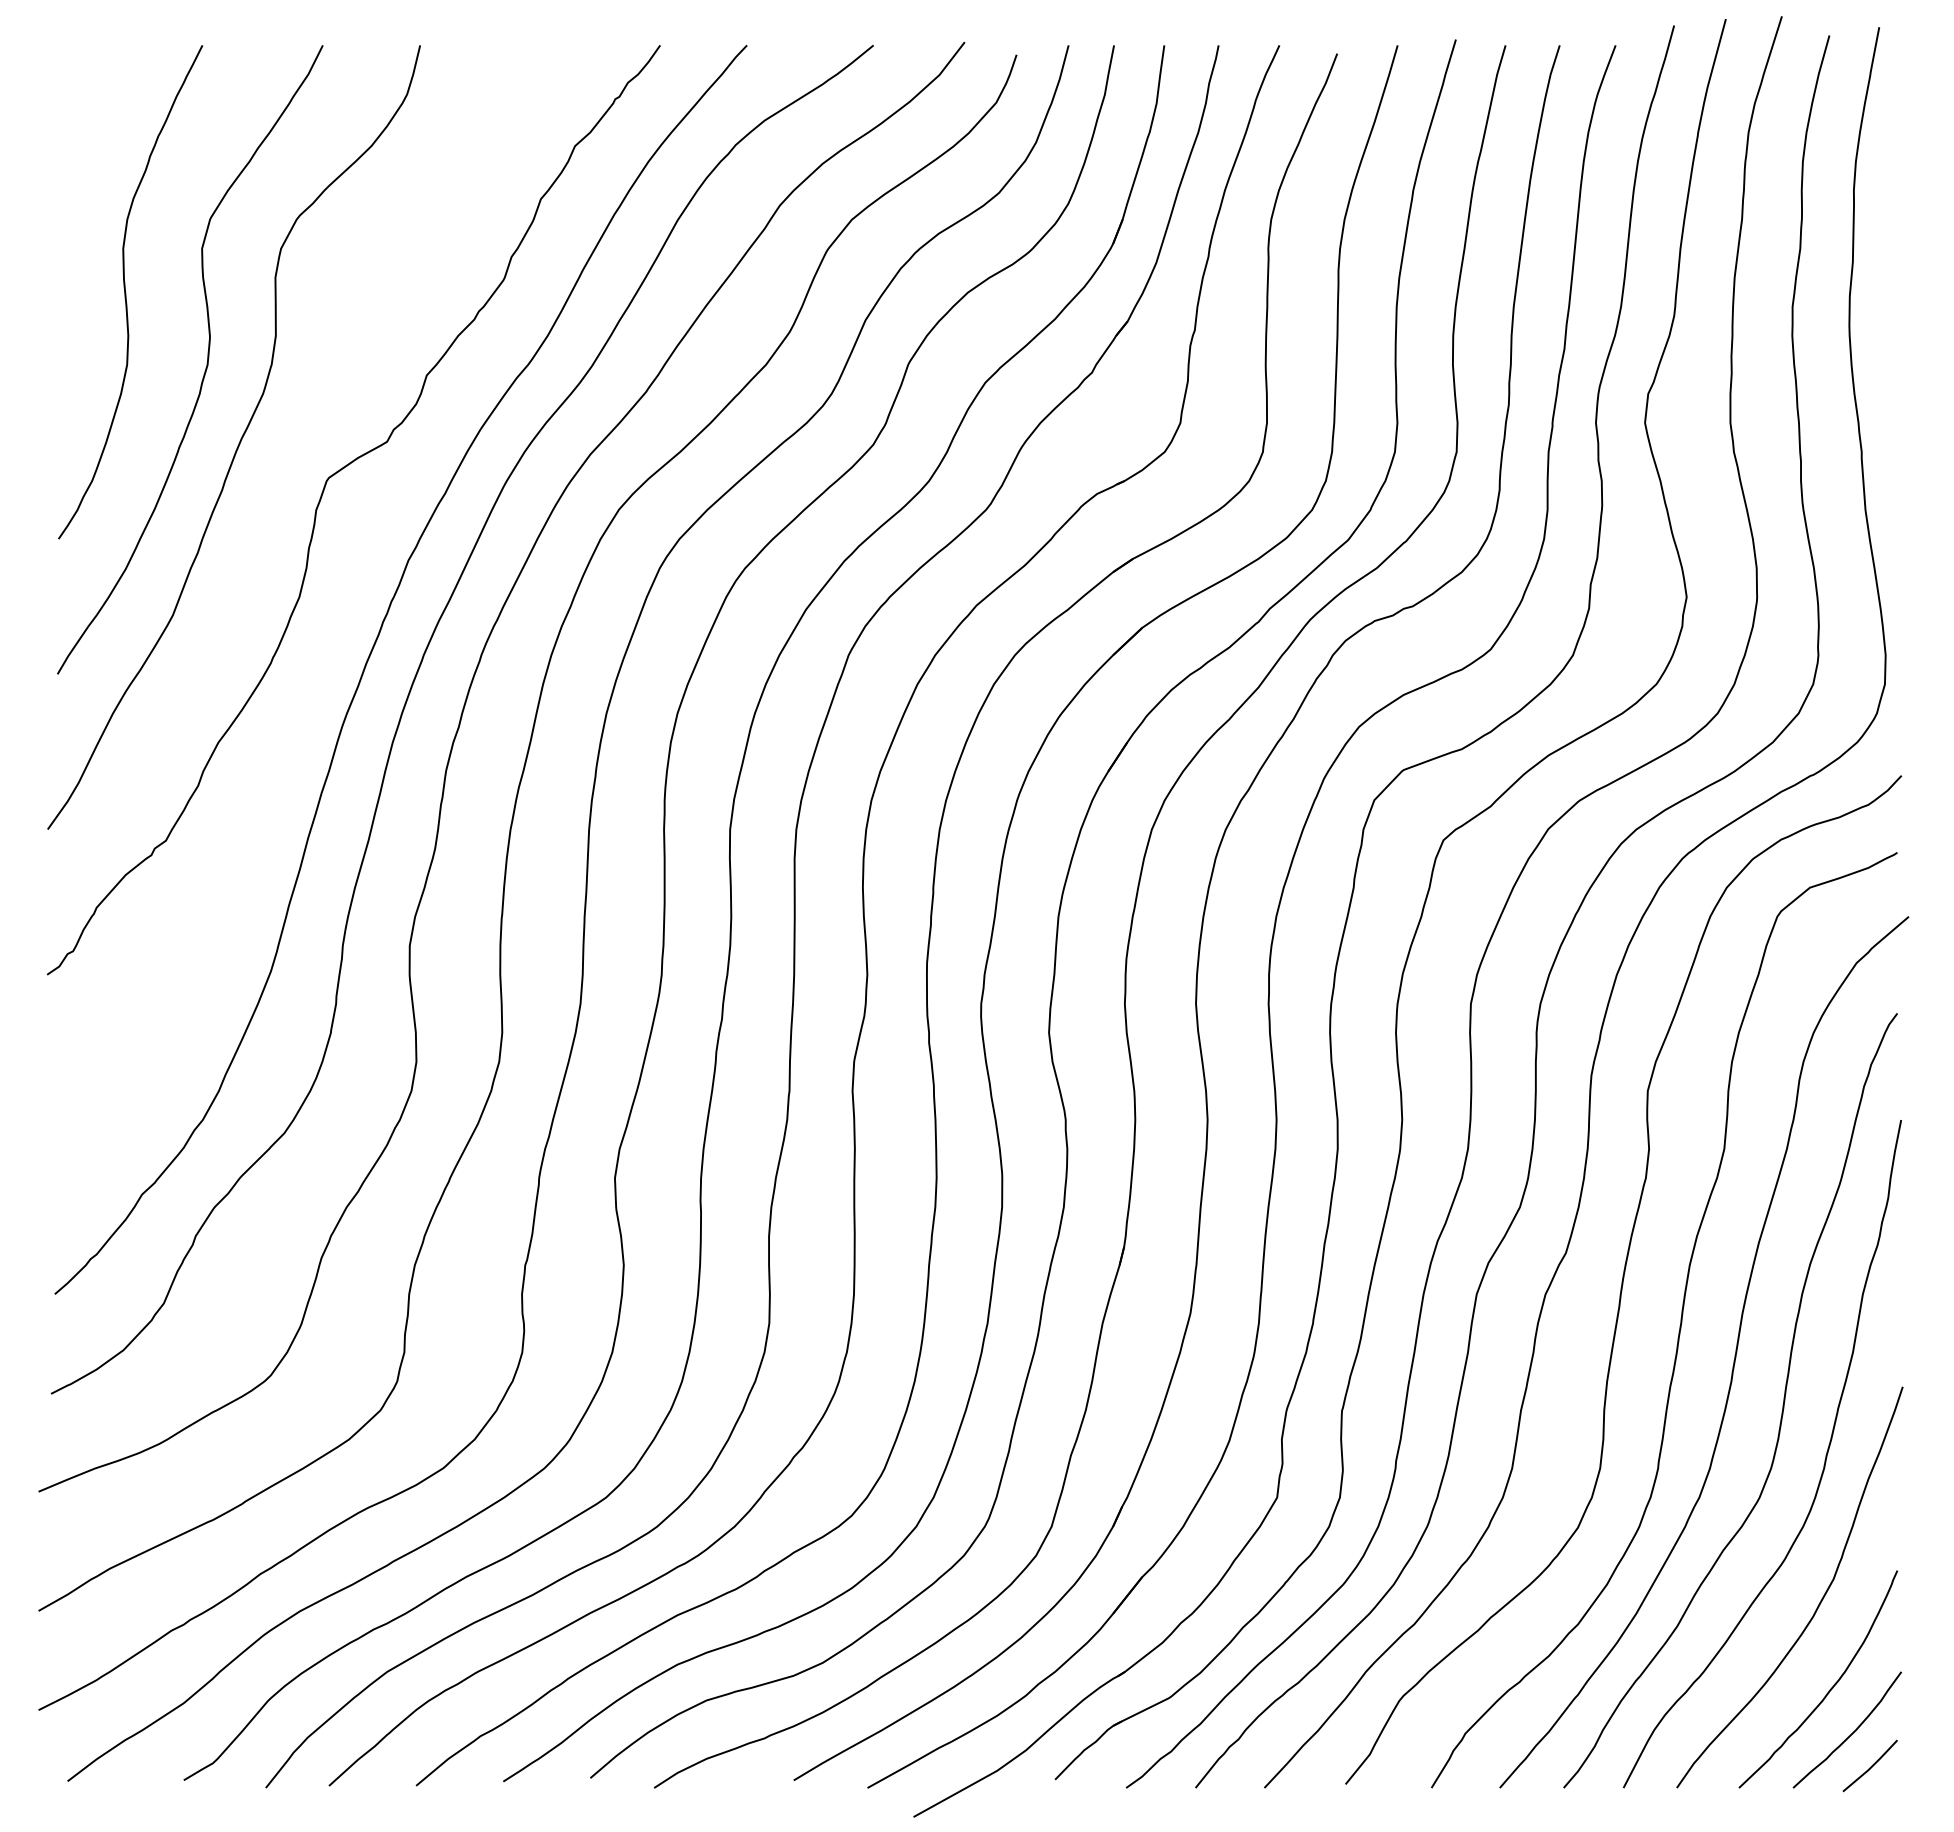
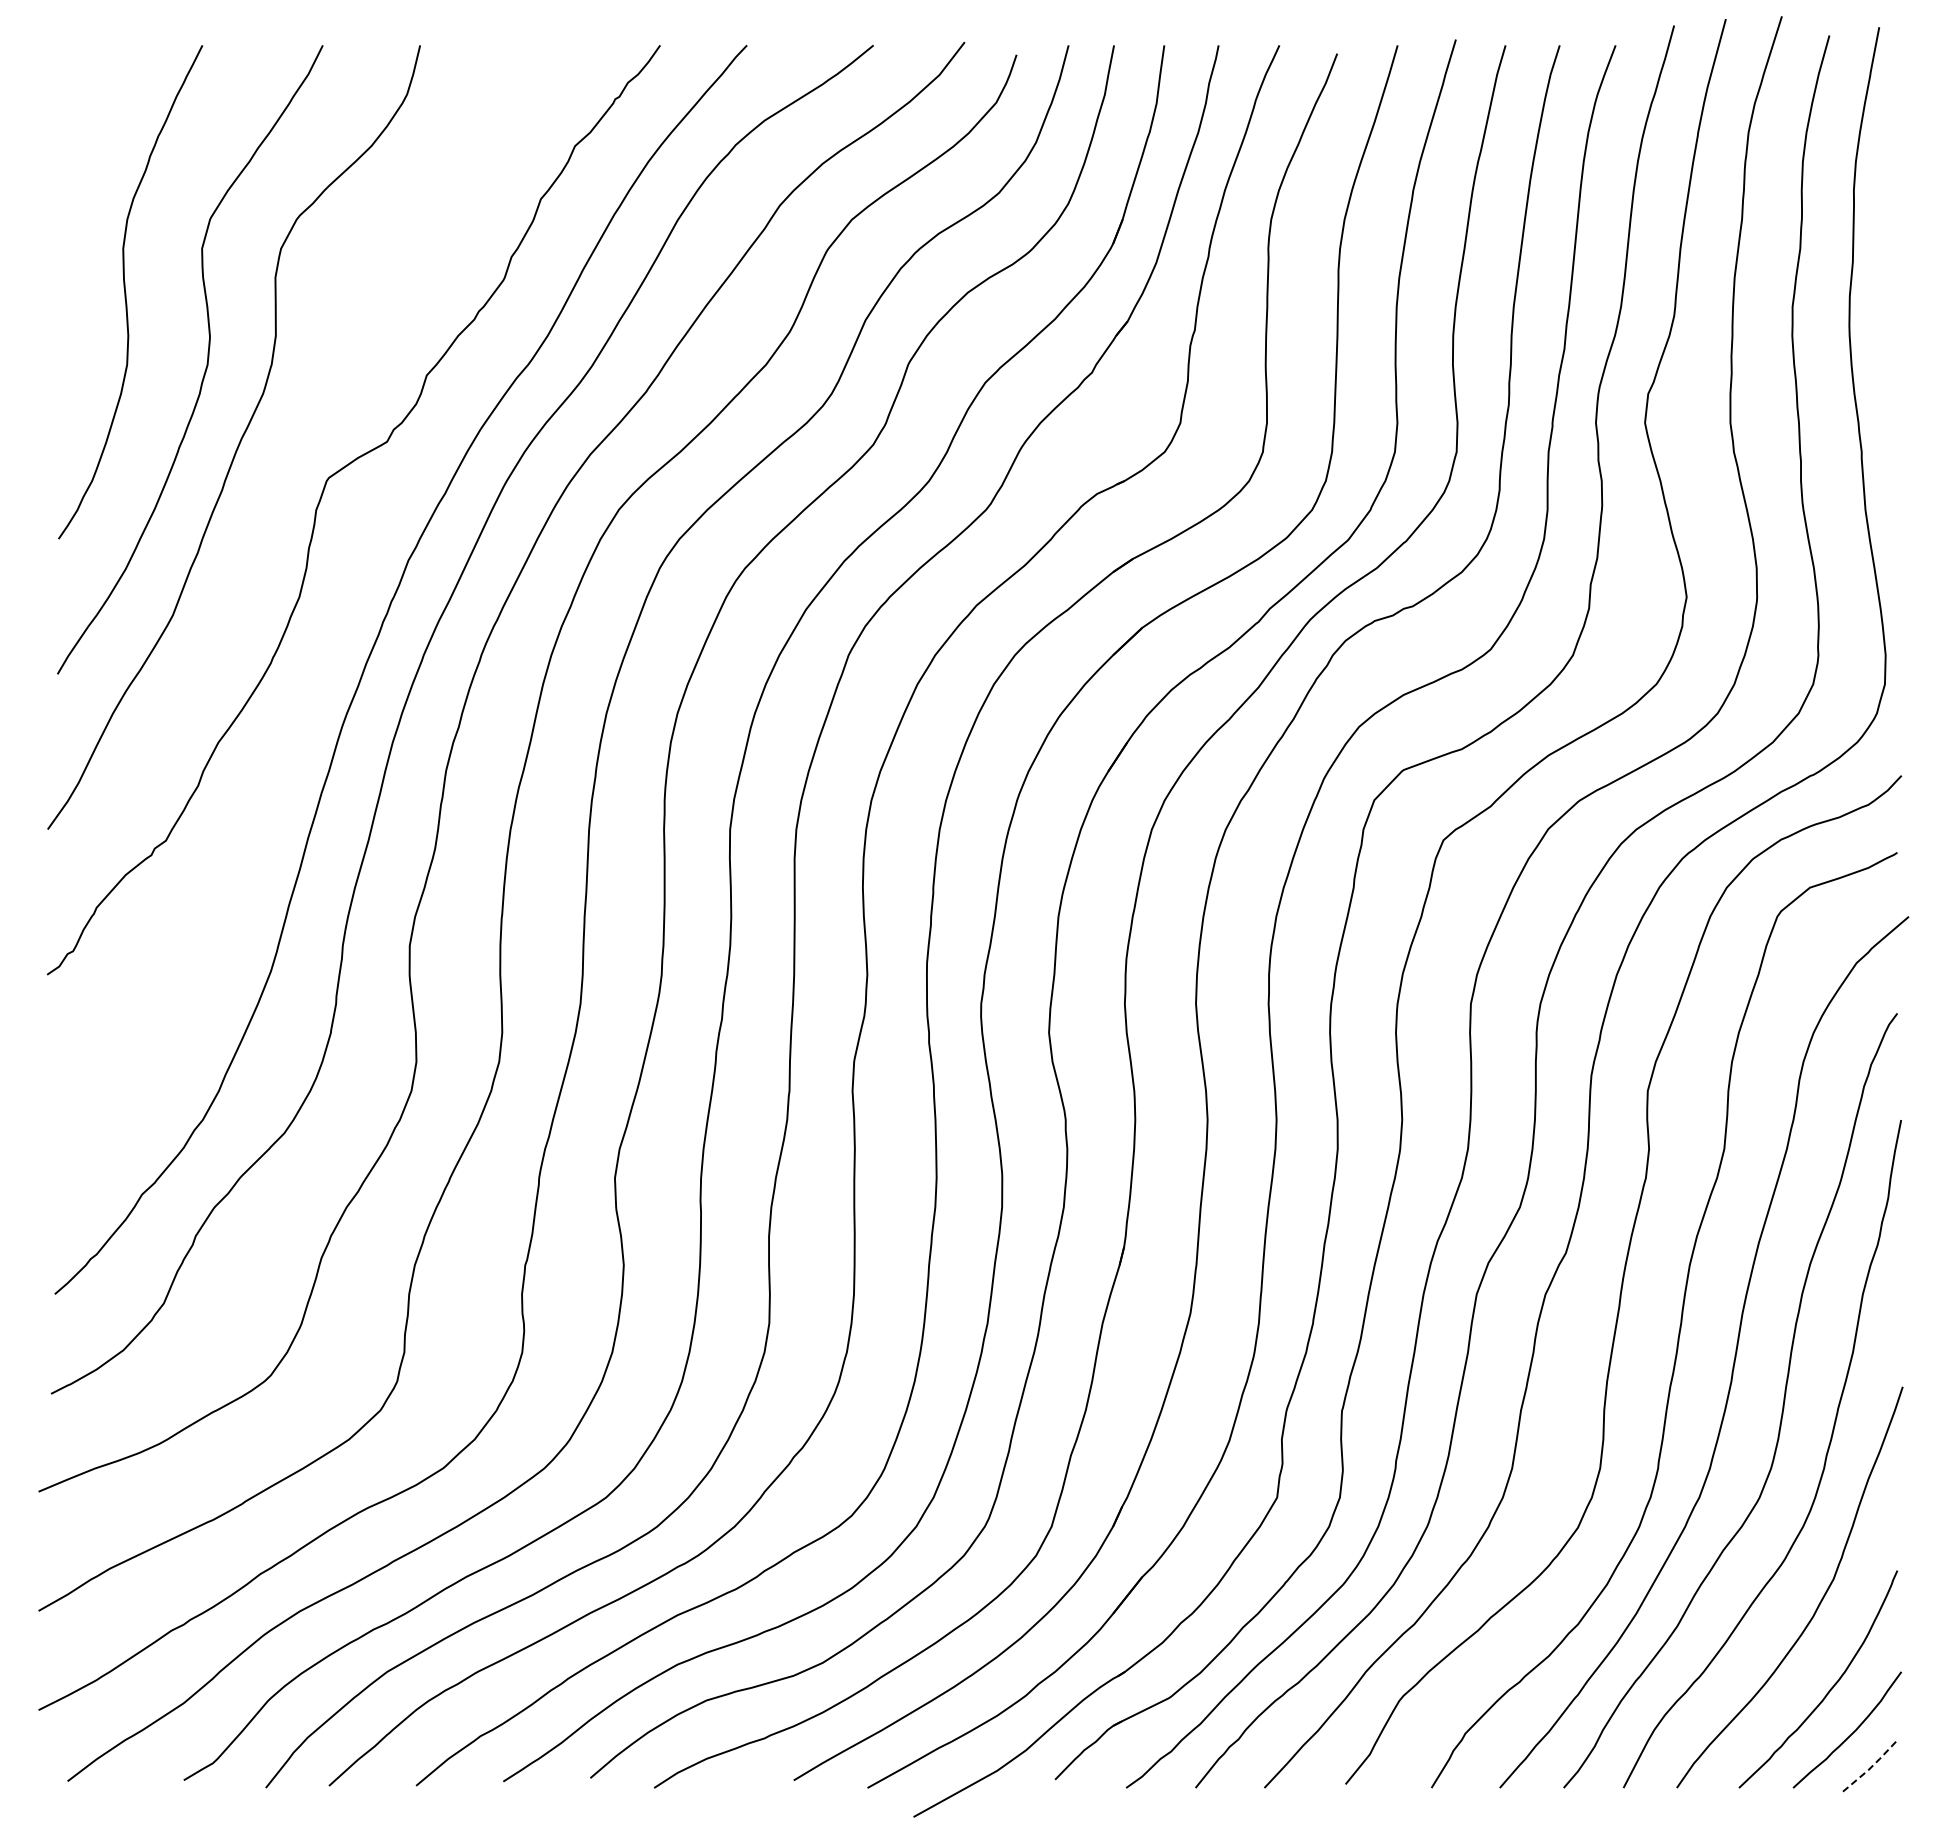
line at (1871, 1767): solid -> dashed
